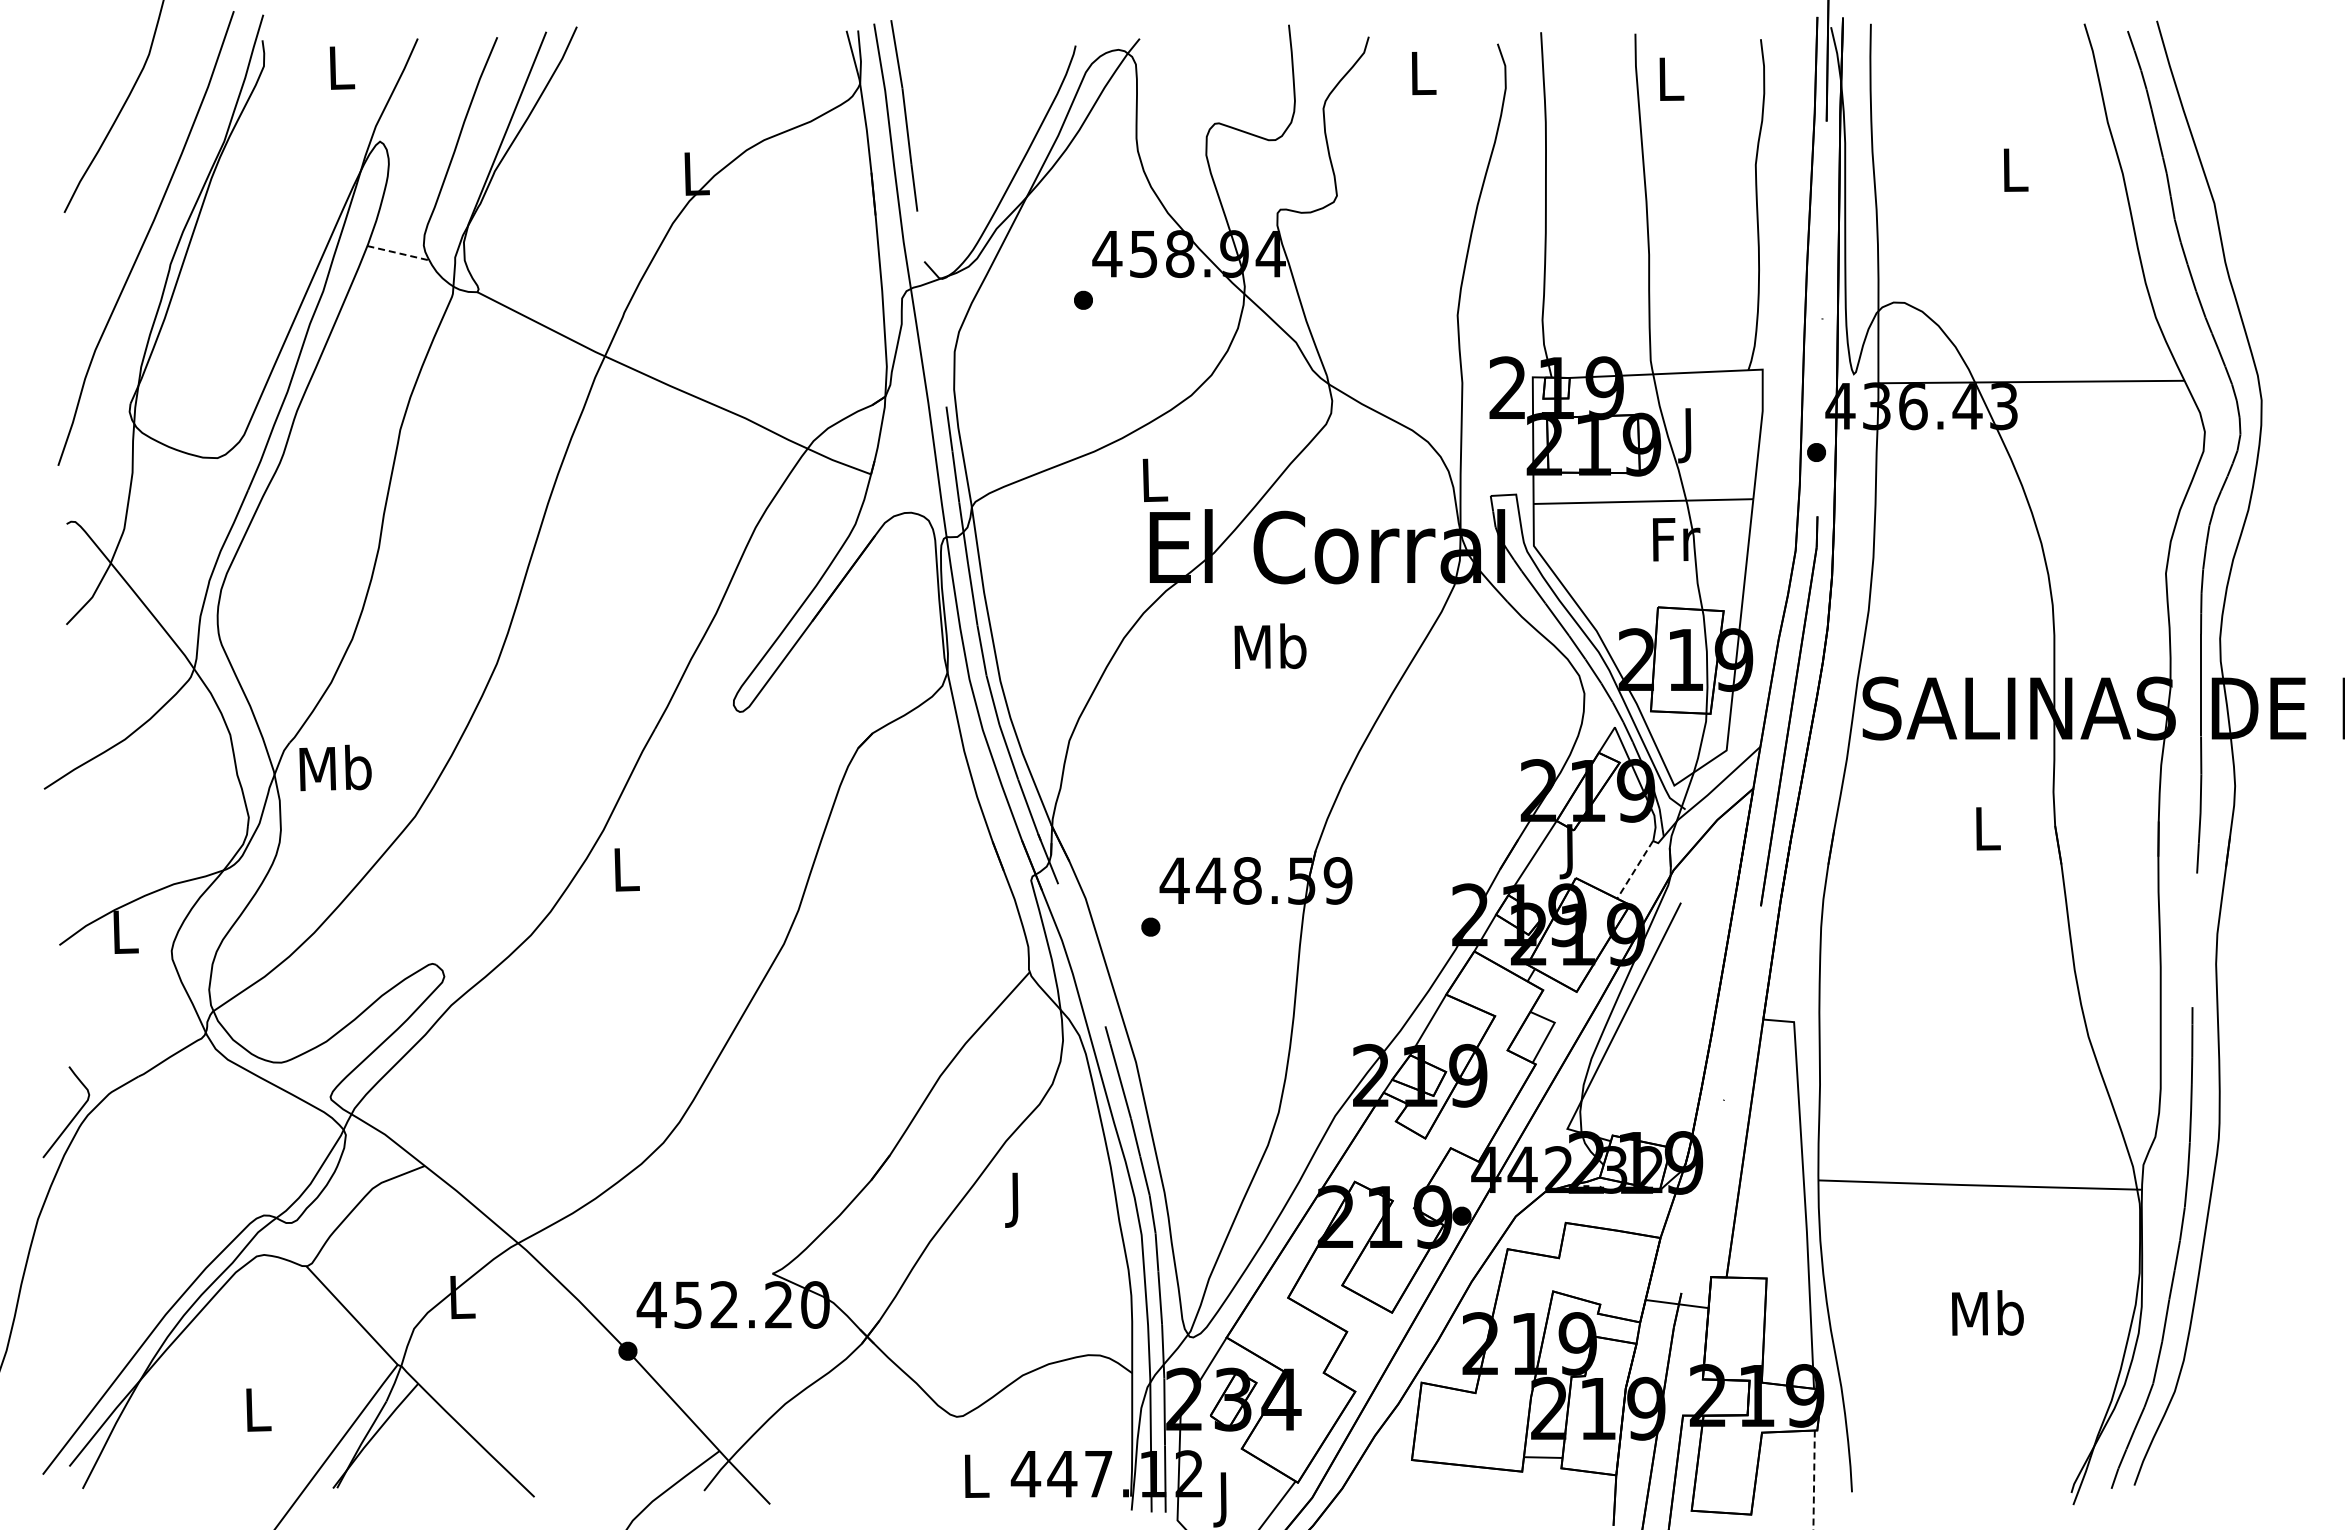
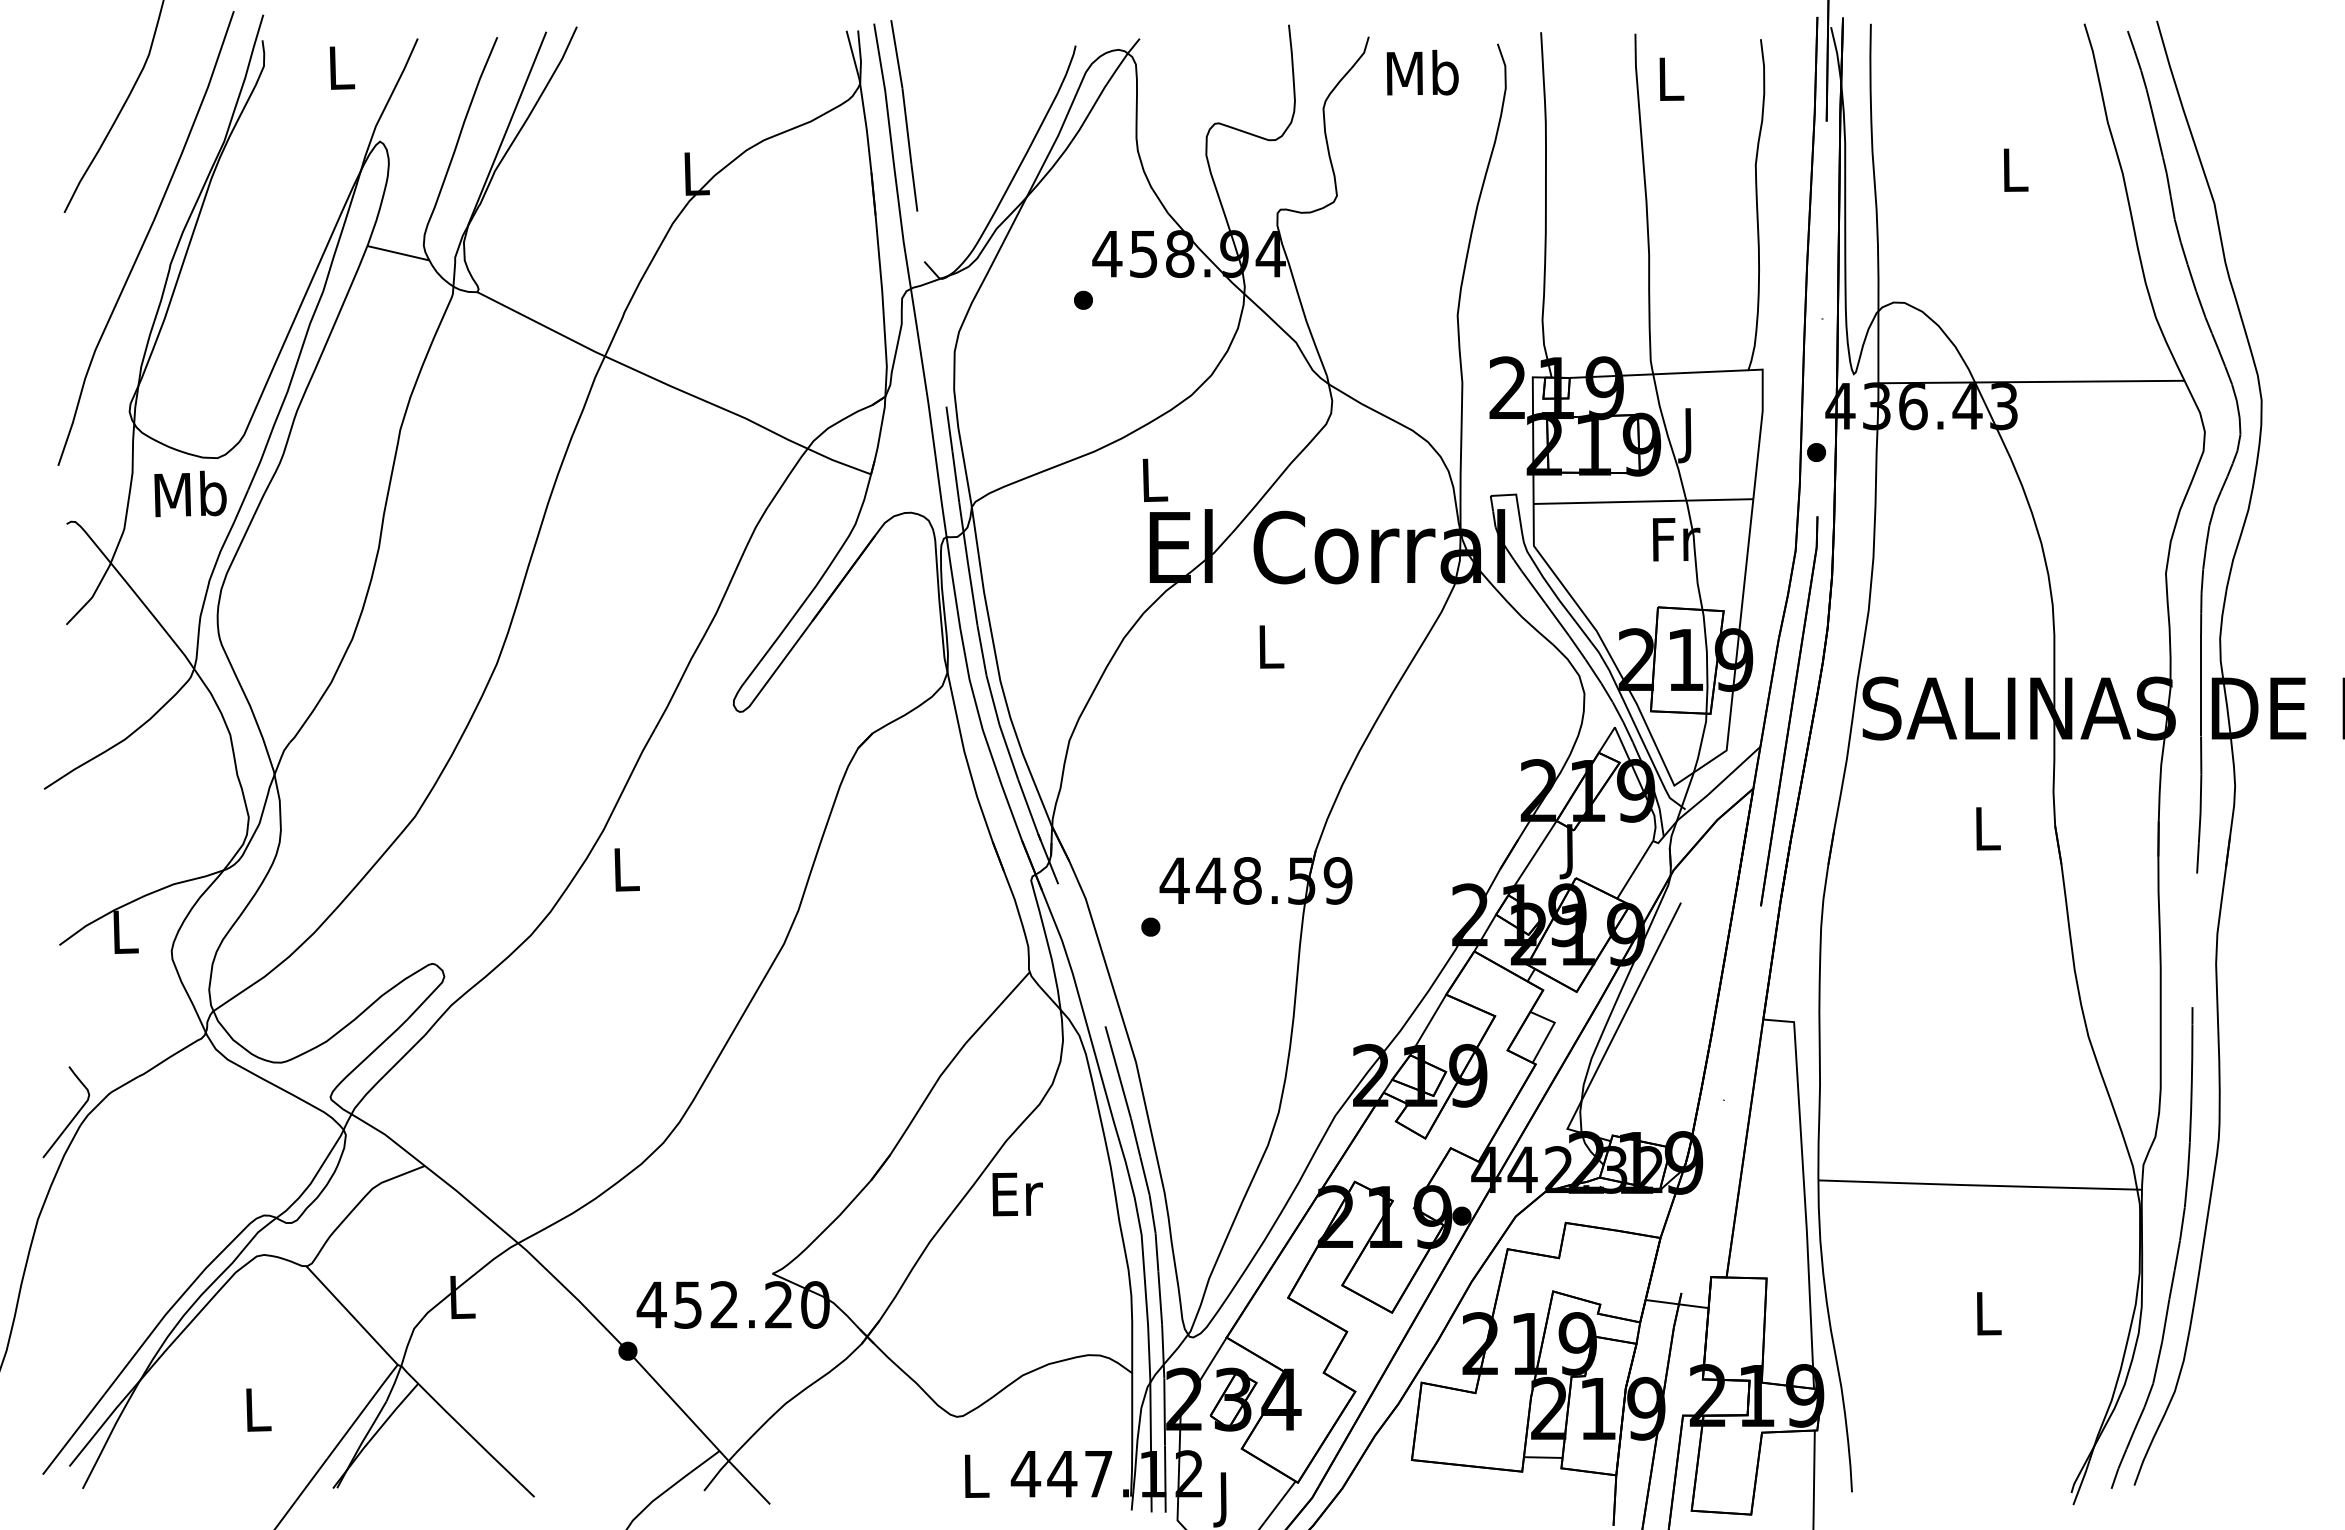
text at (1422, 72): L -> Mb
line at (398, 253): dashed -> solid
text at (1270, 646): Mb -> L
text at (335, 767) position: (335, 767) -> (190, 493)
line at (1635, 869): dashed -> solid
text at (1017, 1199): J -> Er
text at (1987, 1312): Mb -> L
line at (1814, 1480): dashed -> solid
